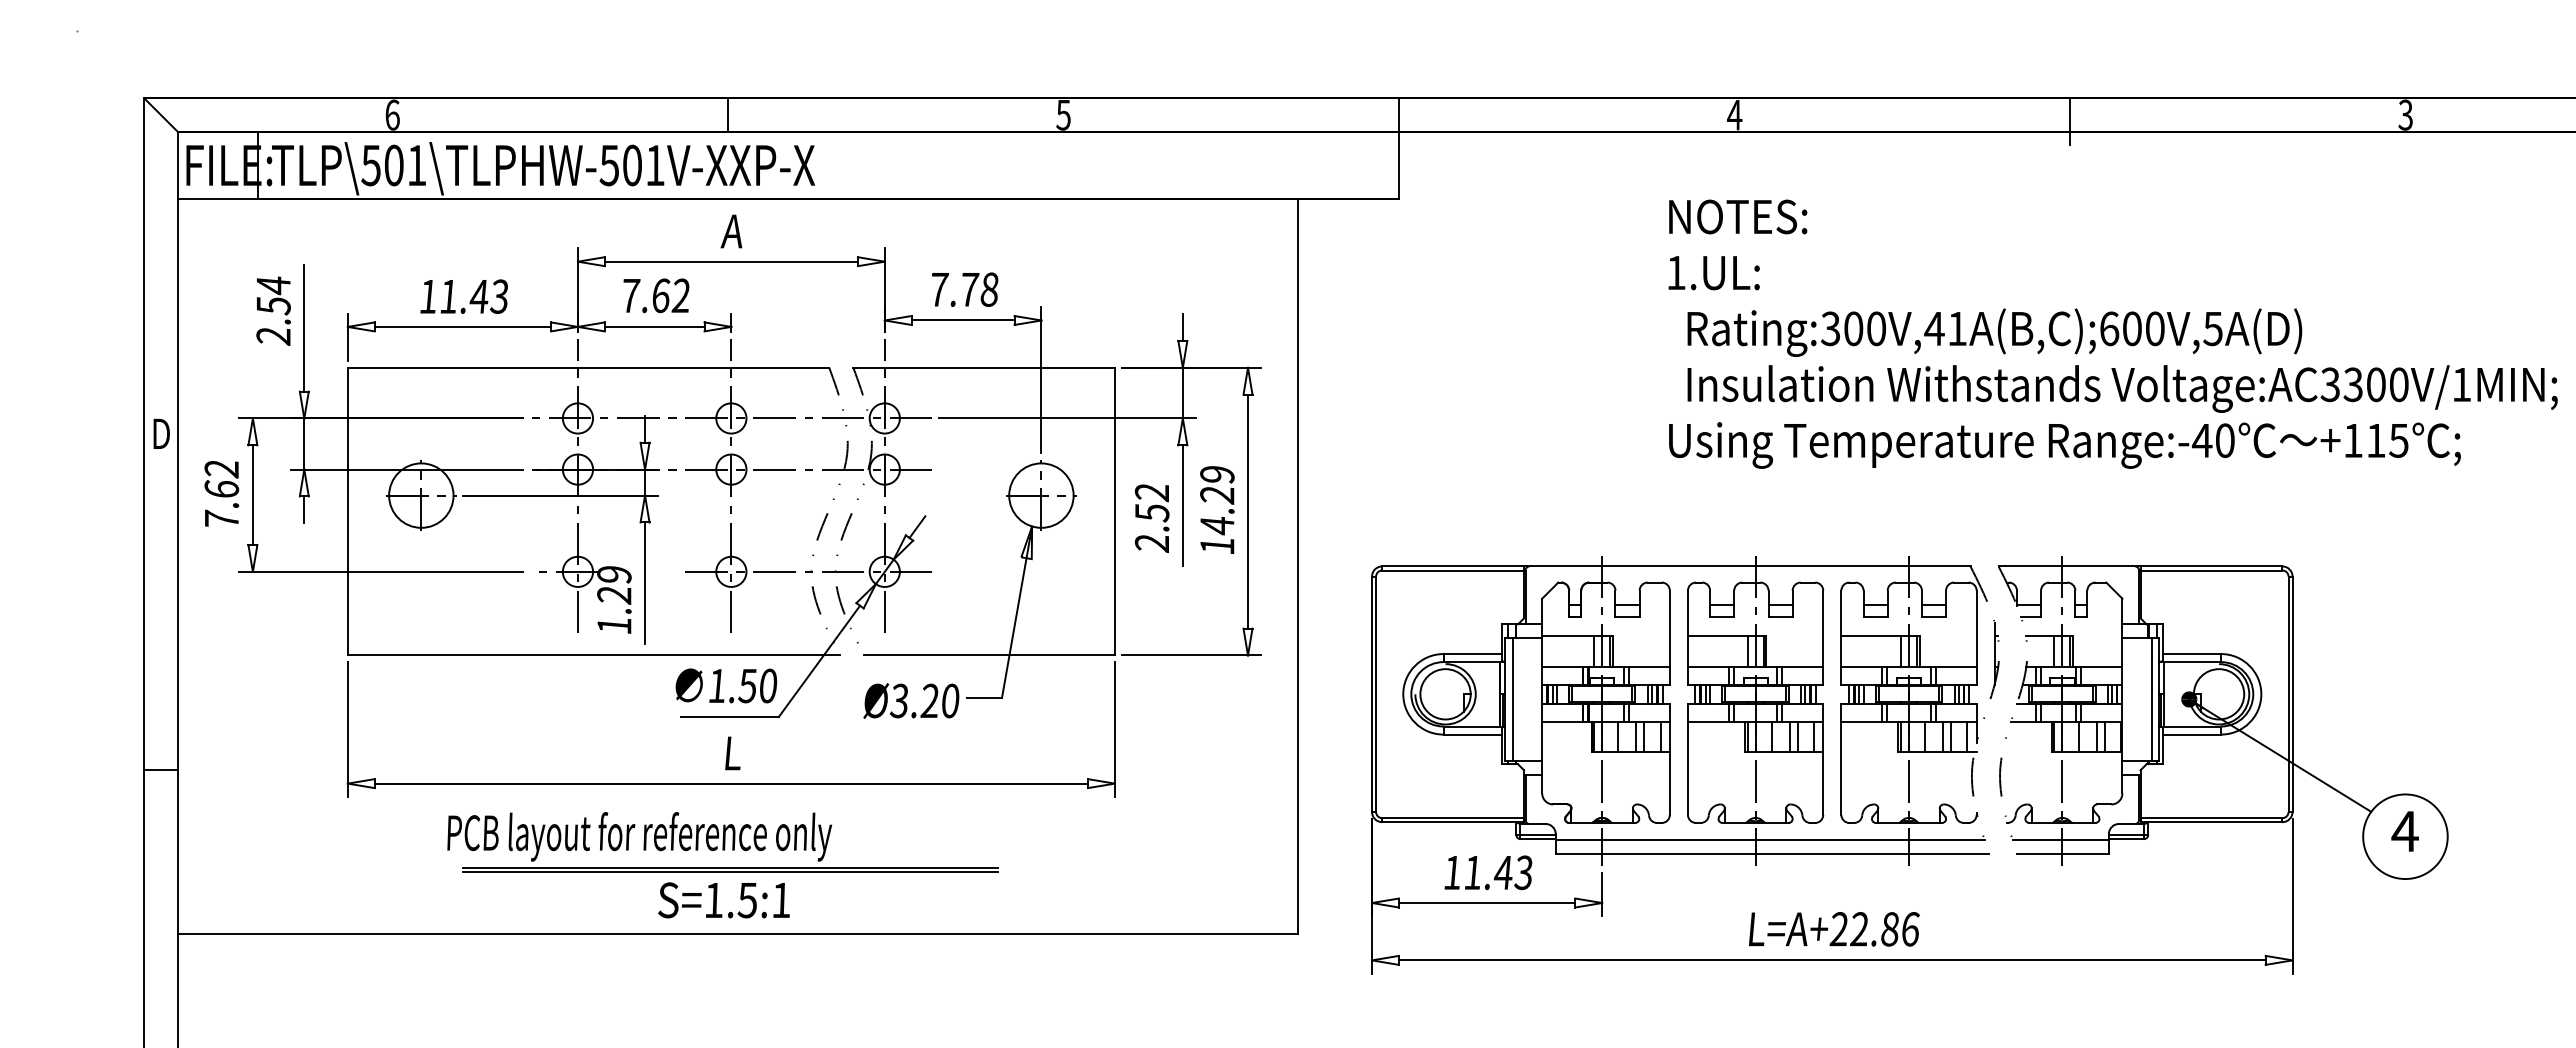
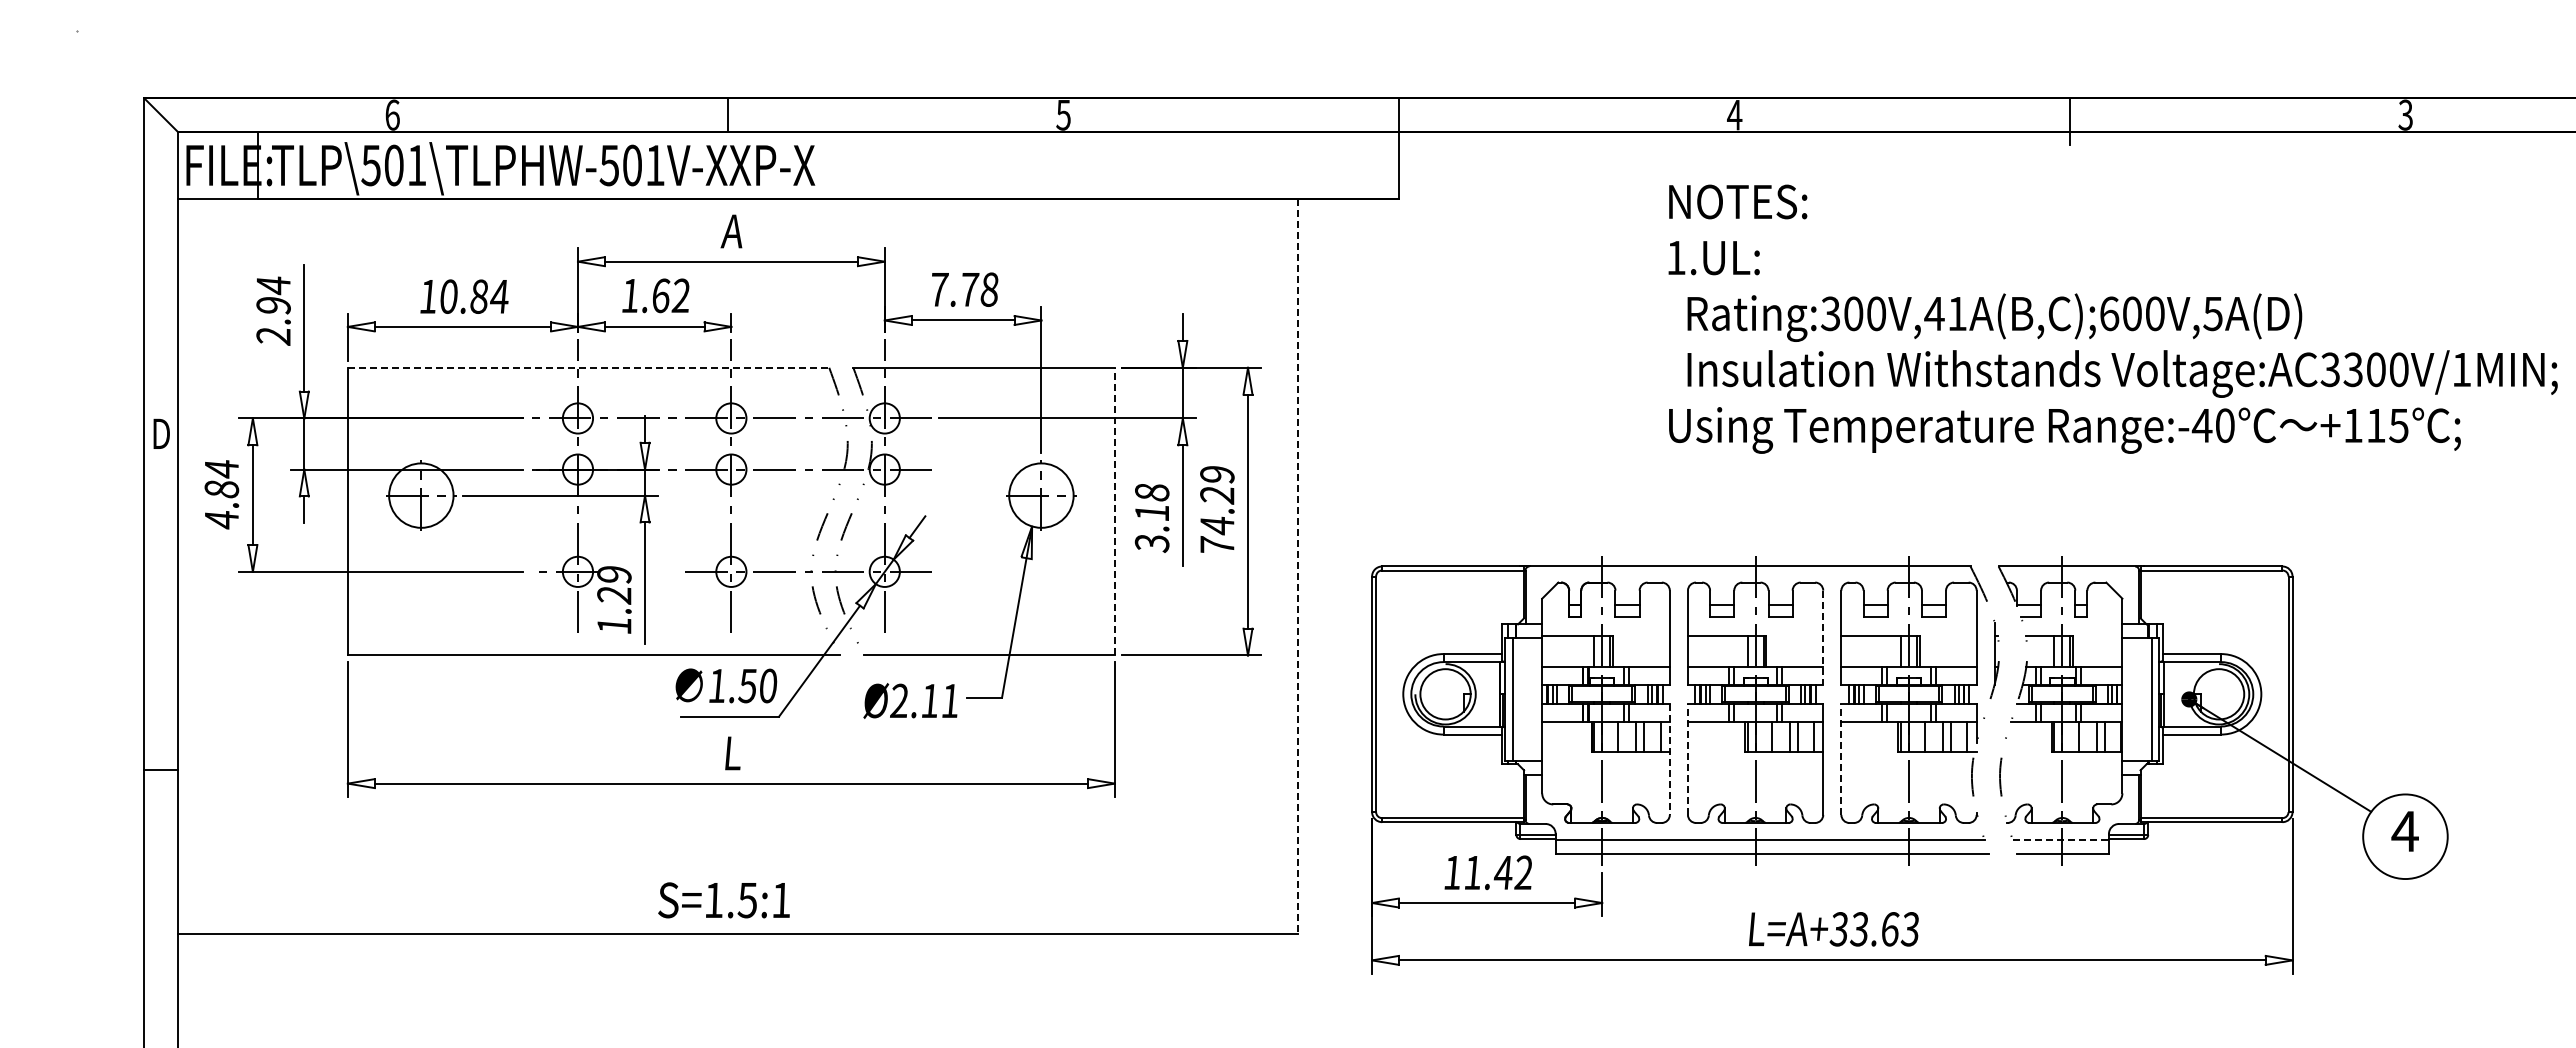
text at (631, 295): 7.62 -> 1.62
text at (474, 296): 11.43 -> 10.84
text at (273, 306): 2.54 -> 2.94
text at (2112, 333) position: (2112, 333) -> (2112, 318)
line at (588, 367): solid -> dashed
text at (221, 494): 7.62 -> 4.84
line at (1114, 511): solid -> dashed
text at (1151, 518): 2.52 -> 3.18
text at (1217, 545): 14.29 -> 74.29
line at (1297, 566): solid -> dashed
line at (1823, 638): solid -> dashed
text at (924, 700): Ø3.20 -> Ø2.11
line at (1669, 759): solid -> dashed
line at (1687, 759): solid -> dashed
line at (1841, 759): solid -> dashed
line at (2061, 840): solid -> dashed
part at (722, 842): present -> none
text at (1523, 873): 11.43 -> 11.42
text at (1874, 929): L=A+22.86 -> L=A+33.63
